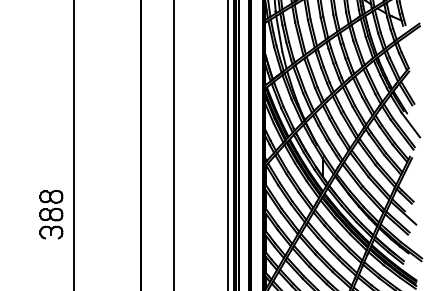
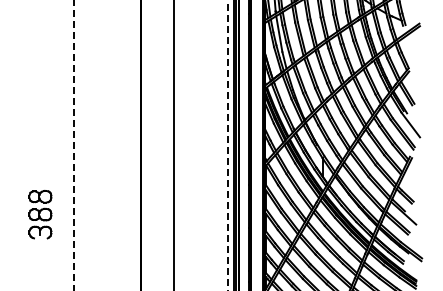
line at (74, 145): solid -> dashed
line at (228, 145): solid -> dashed
part at (51, 214) position: (51, 214) -> (40, 214)
